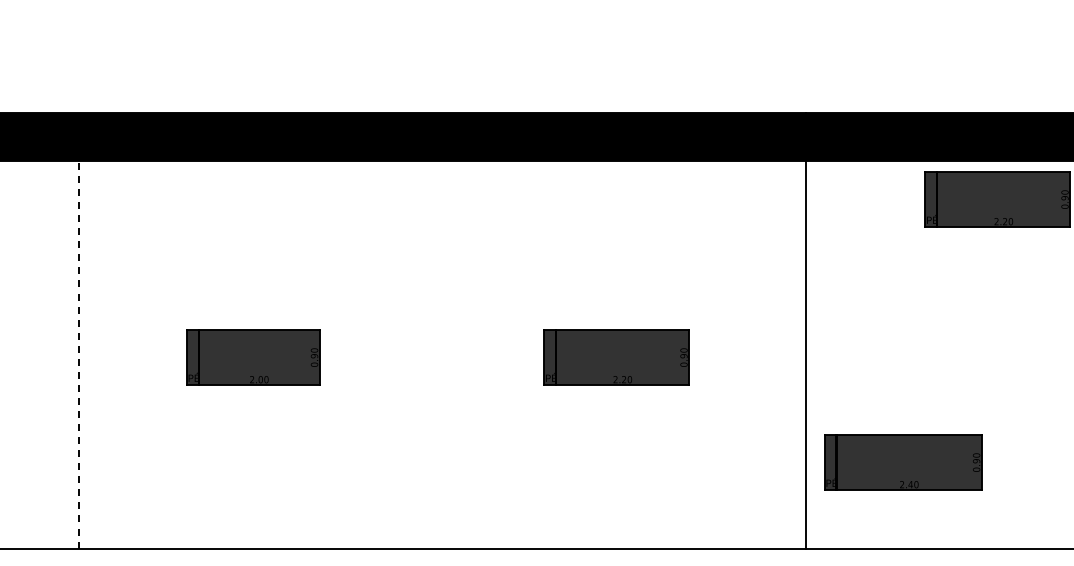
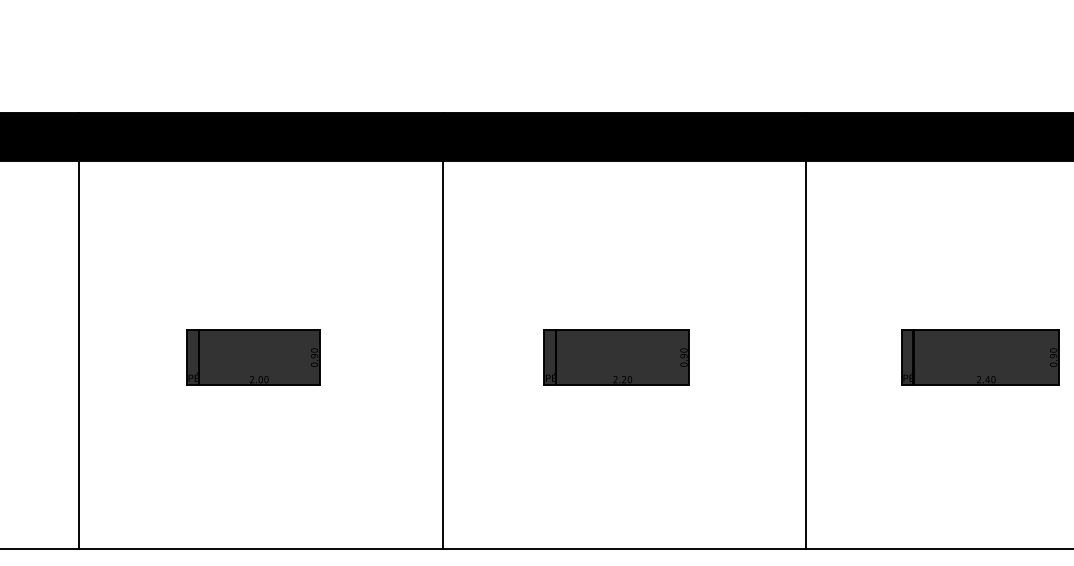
part at (997, 199): present -> none
line at (79, 330): dashed -> solid
line at (442, 330): none -> present
part at (903, 462) position: (903, 462) -> (980, 357)
